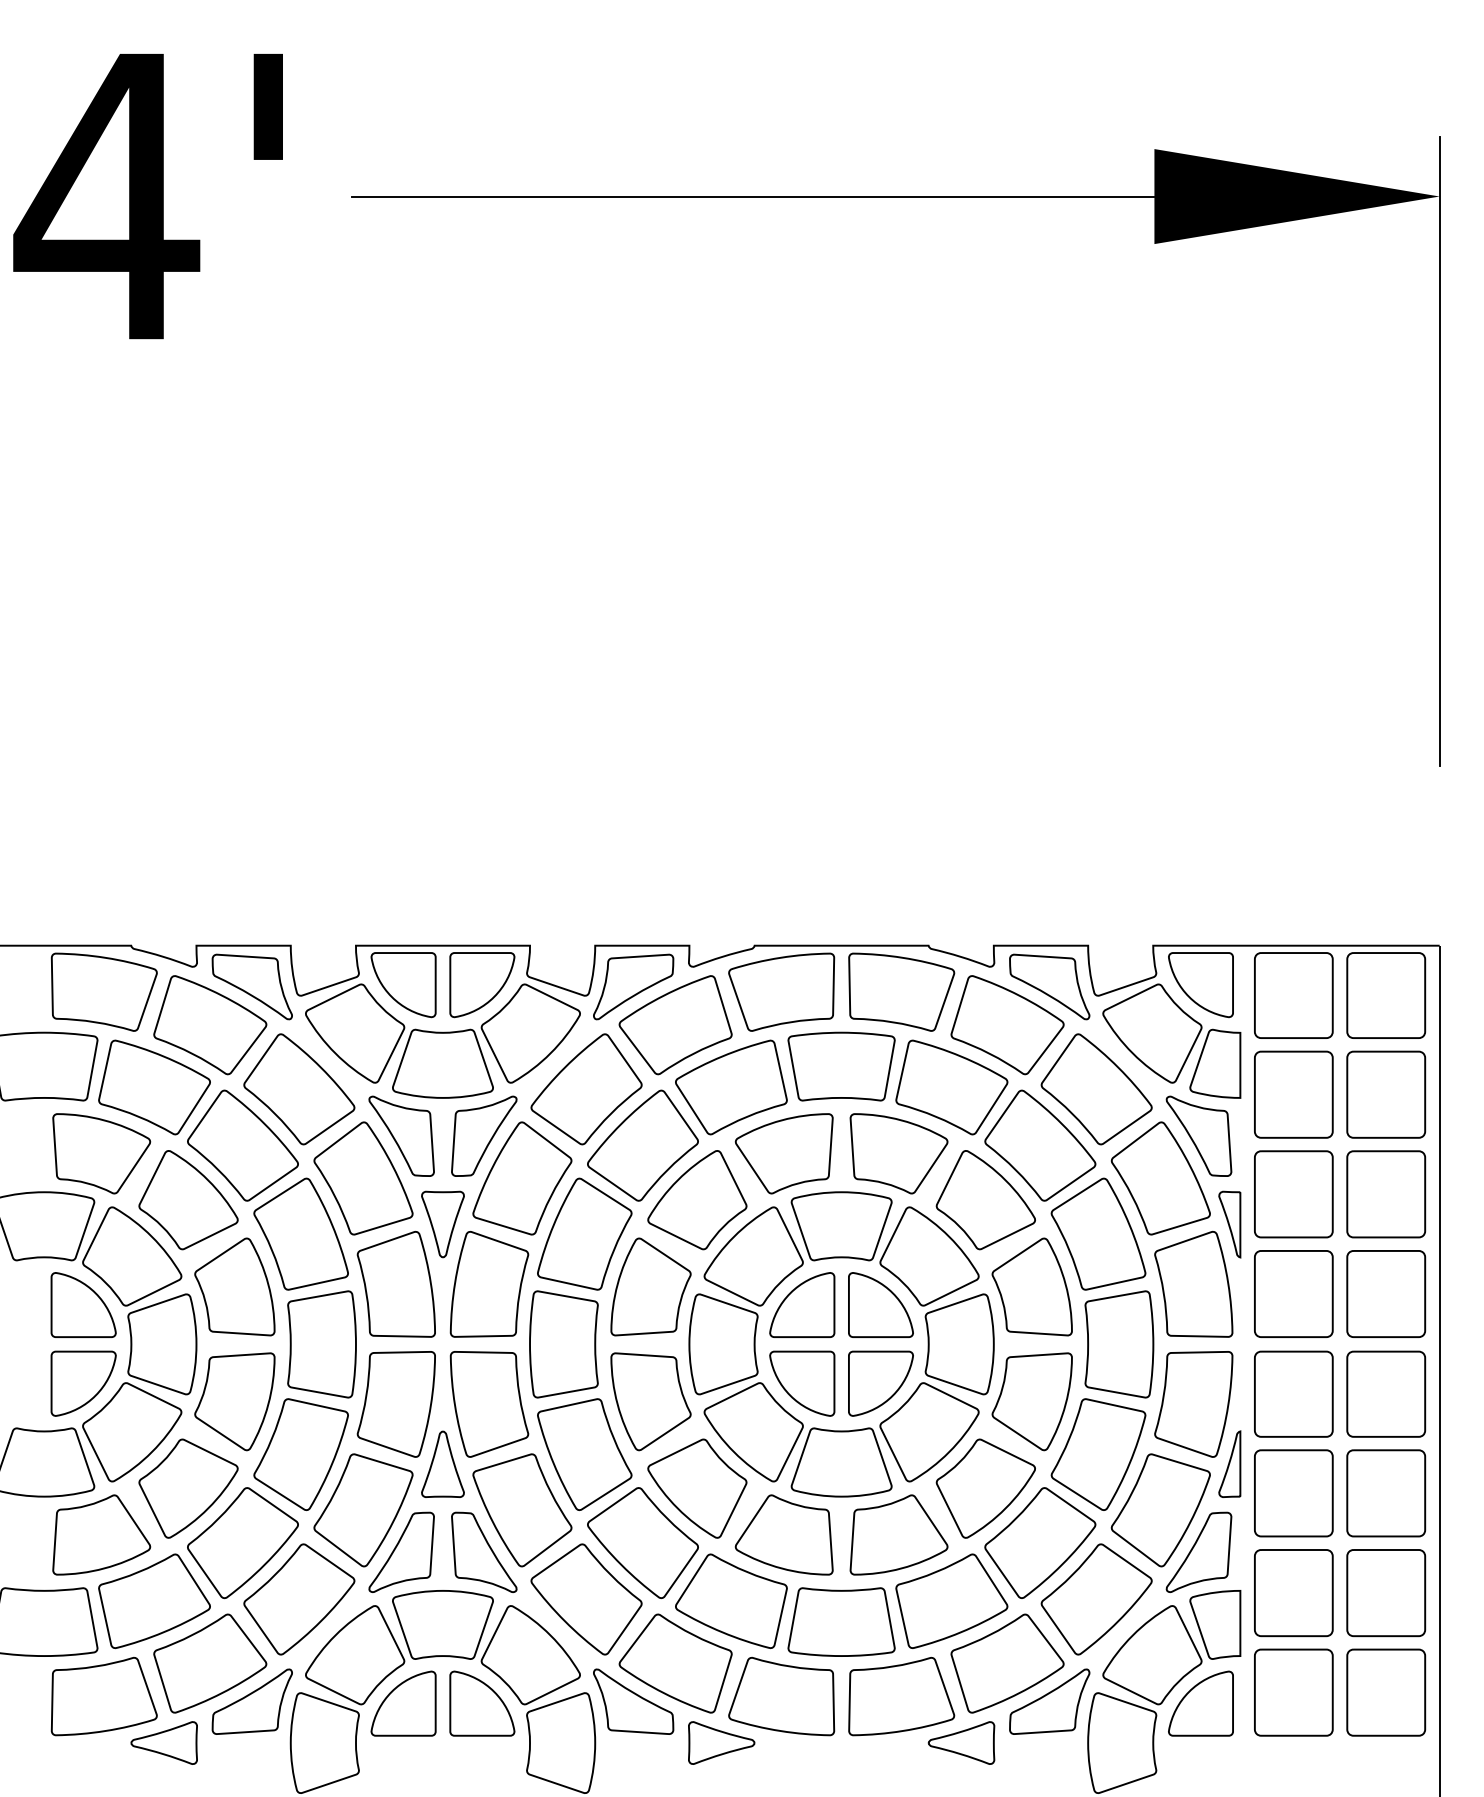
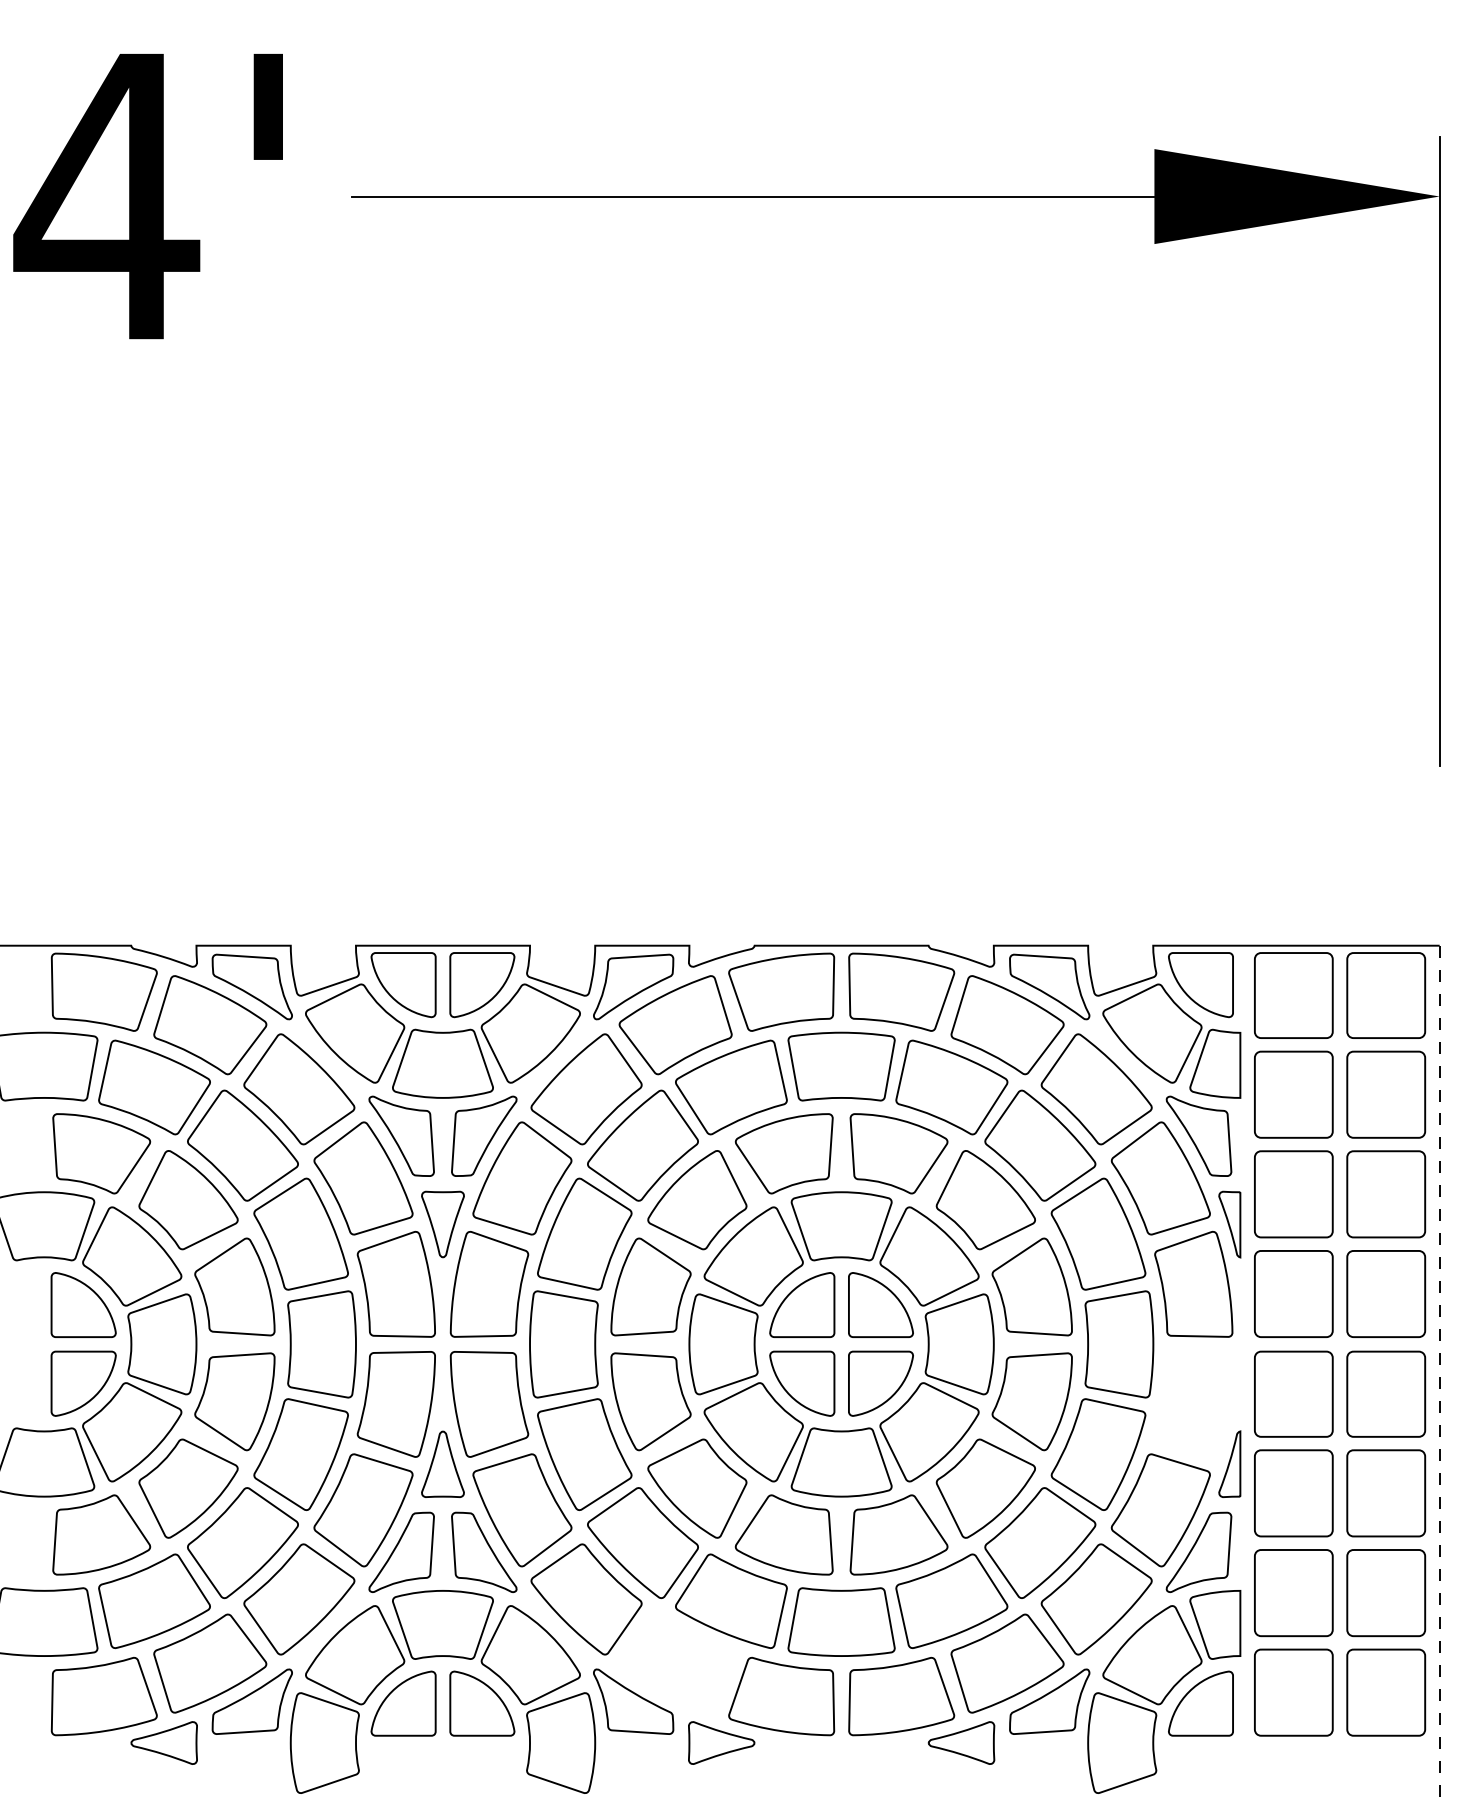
line at (1439, 1371): solid -> dashed
part at (1193, 1404): present -> none
part at (675, 1663): present -> none
